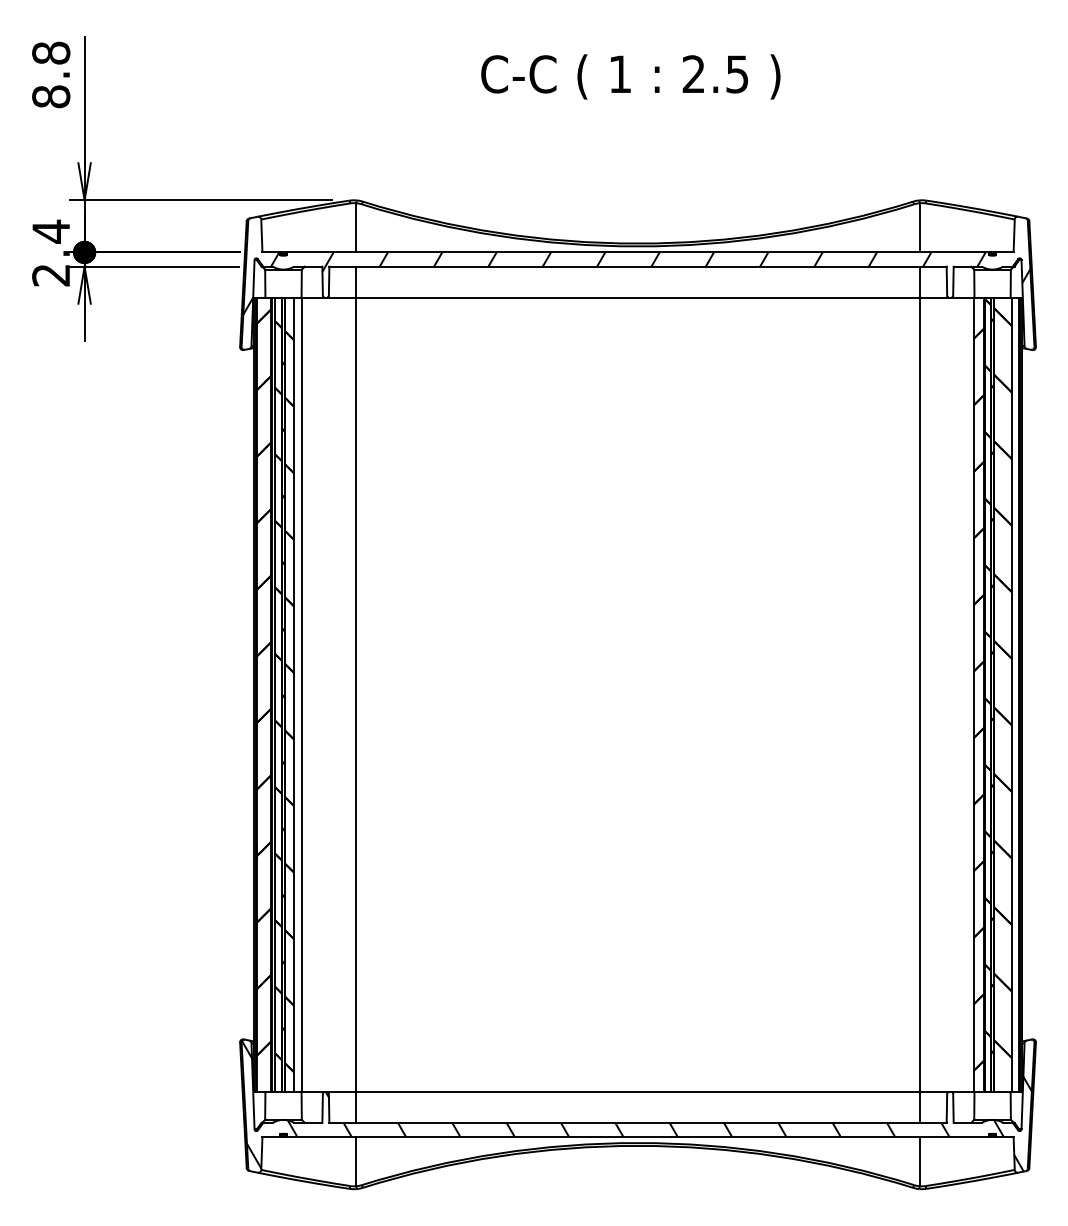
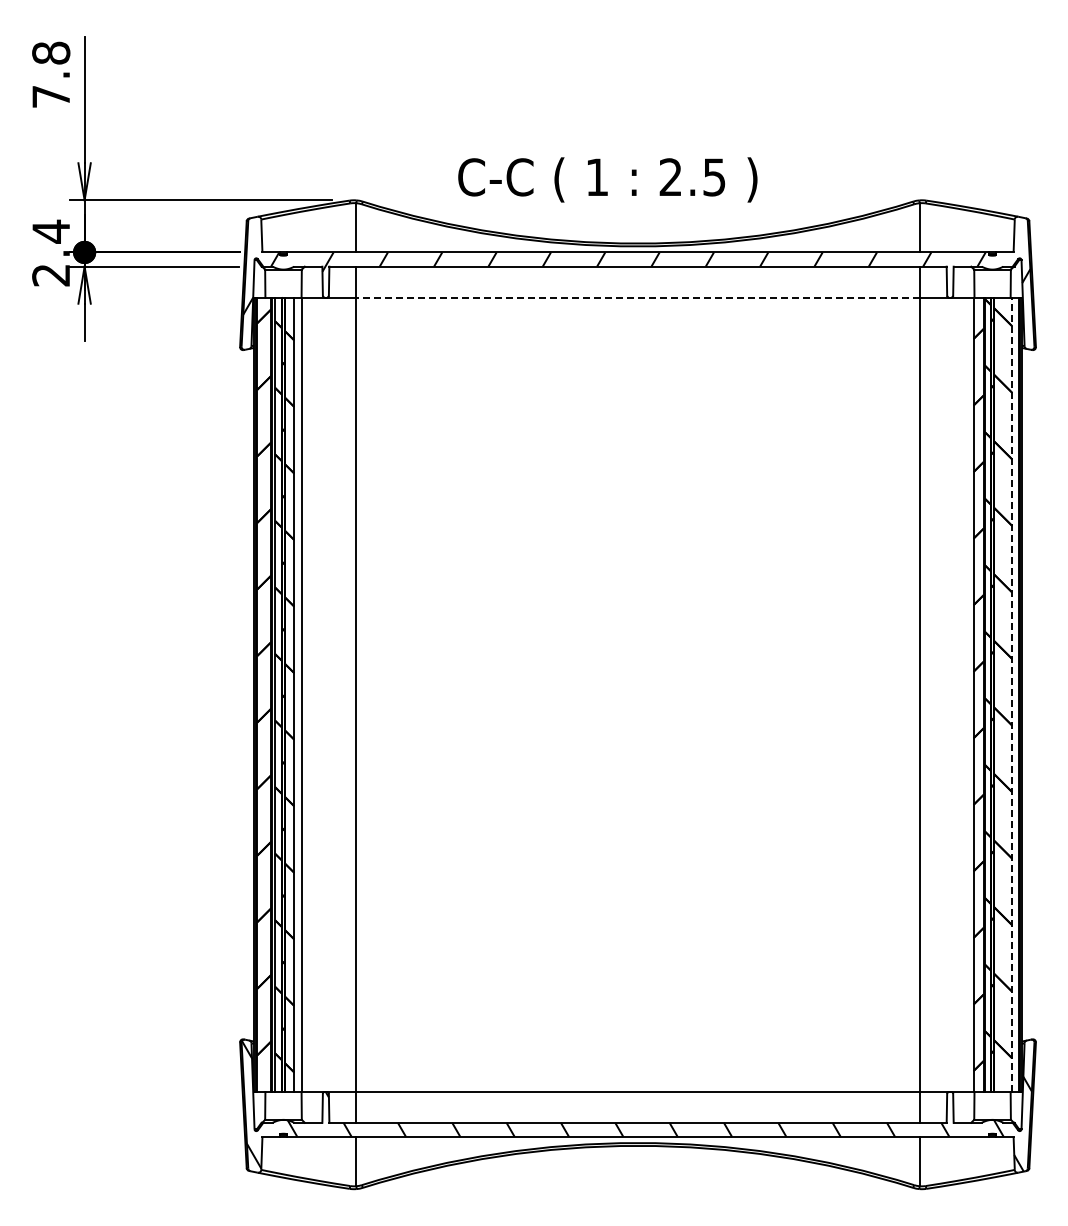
text at (630, 76) position: (630, 76) -> (607, 179)
text at (51, 96): 8.8 -> 7.8
line at (638, 297): solid -> dashed
line at (1012, 694): solid -> dashed
